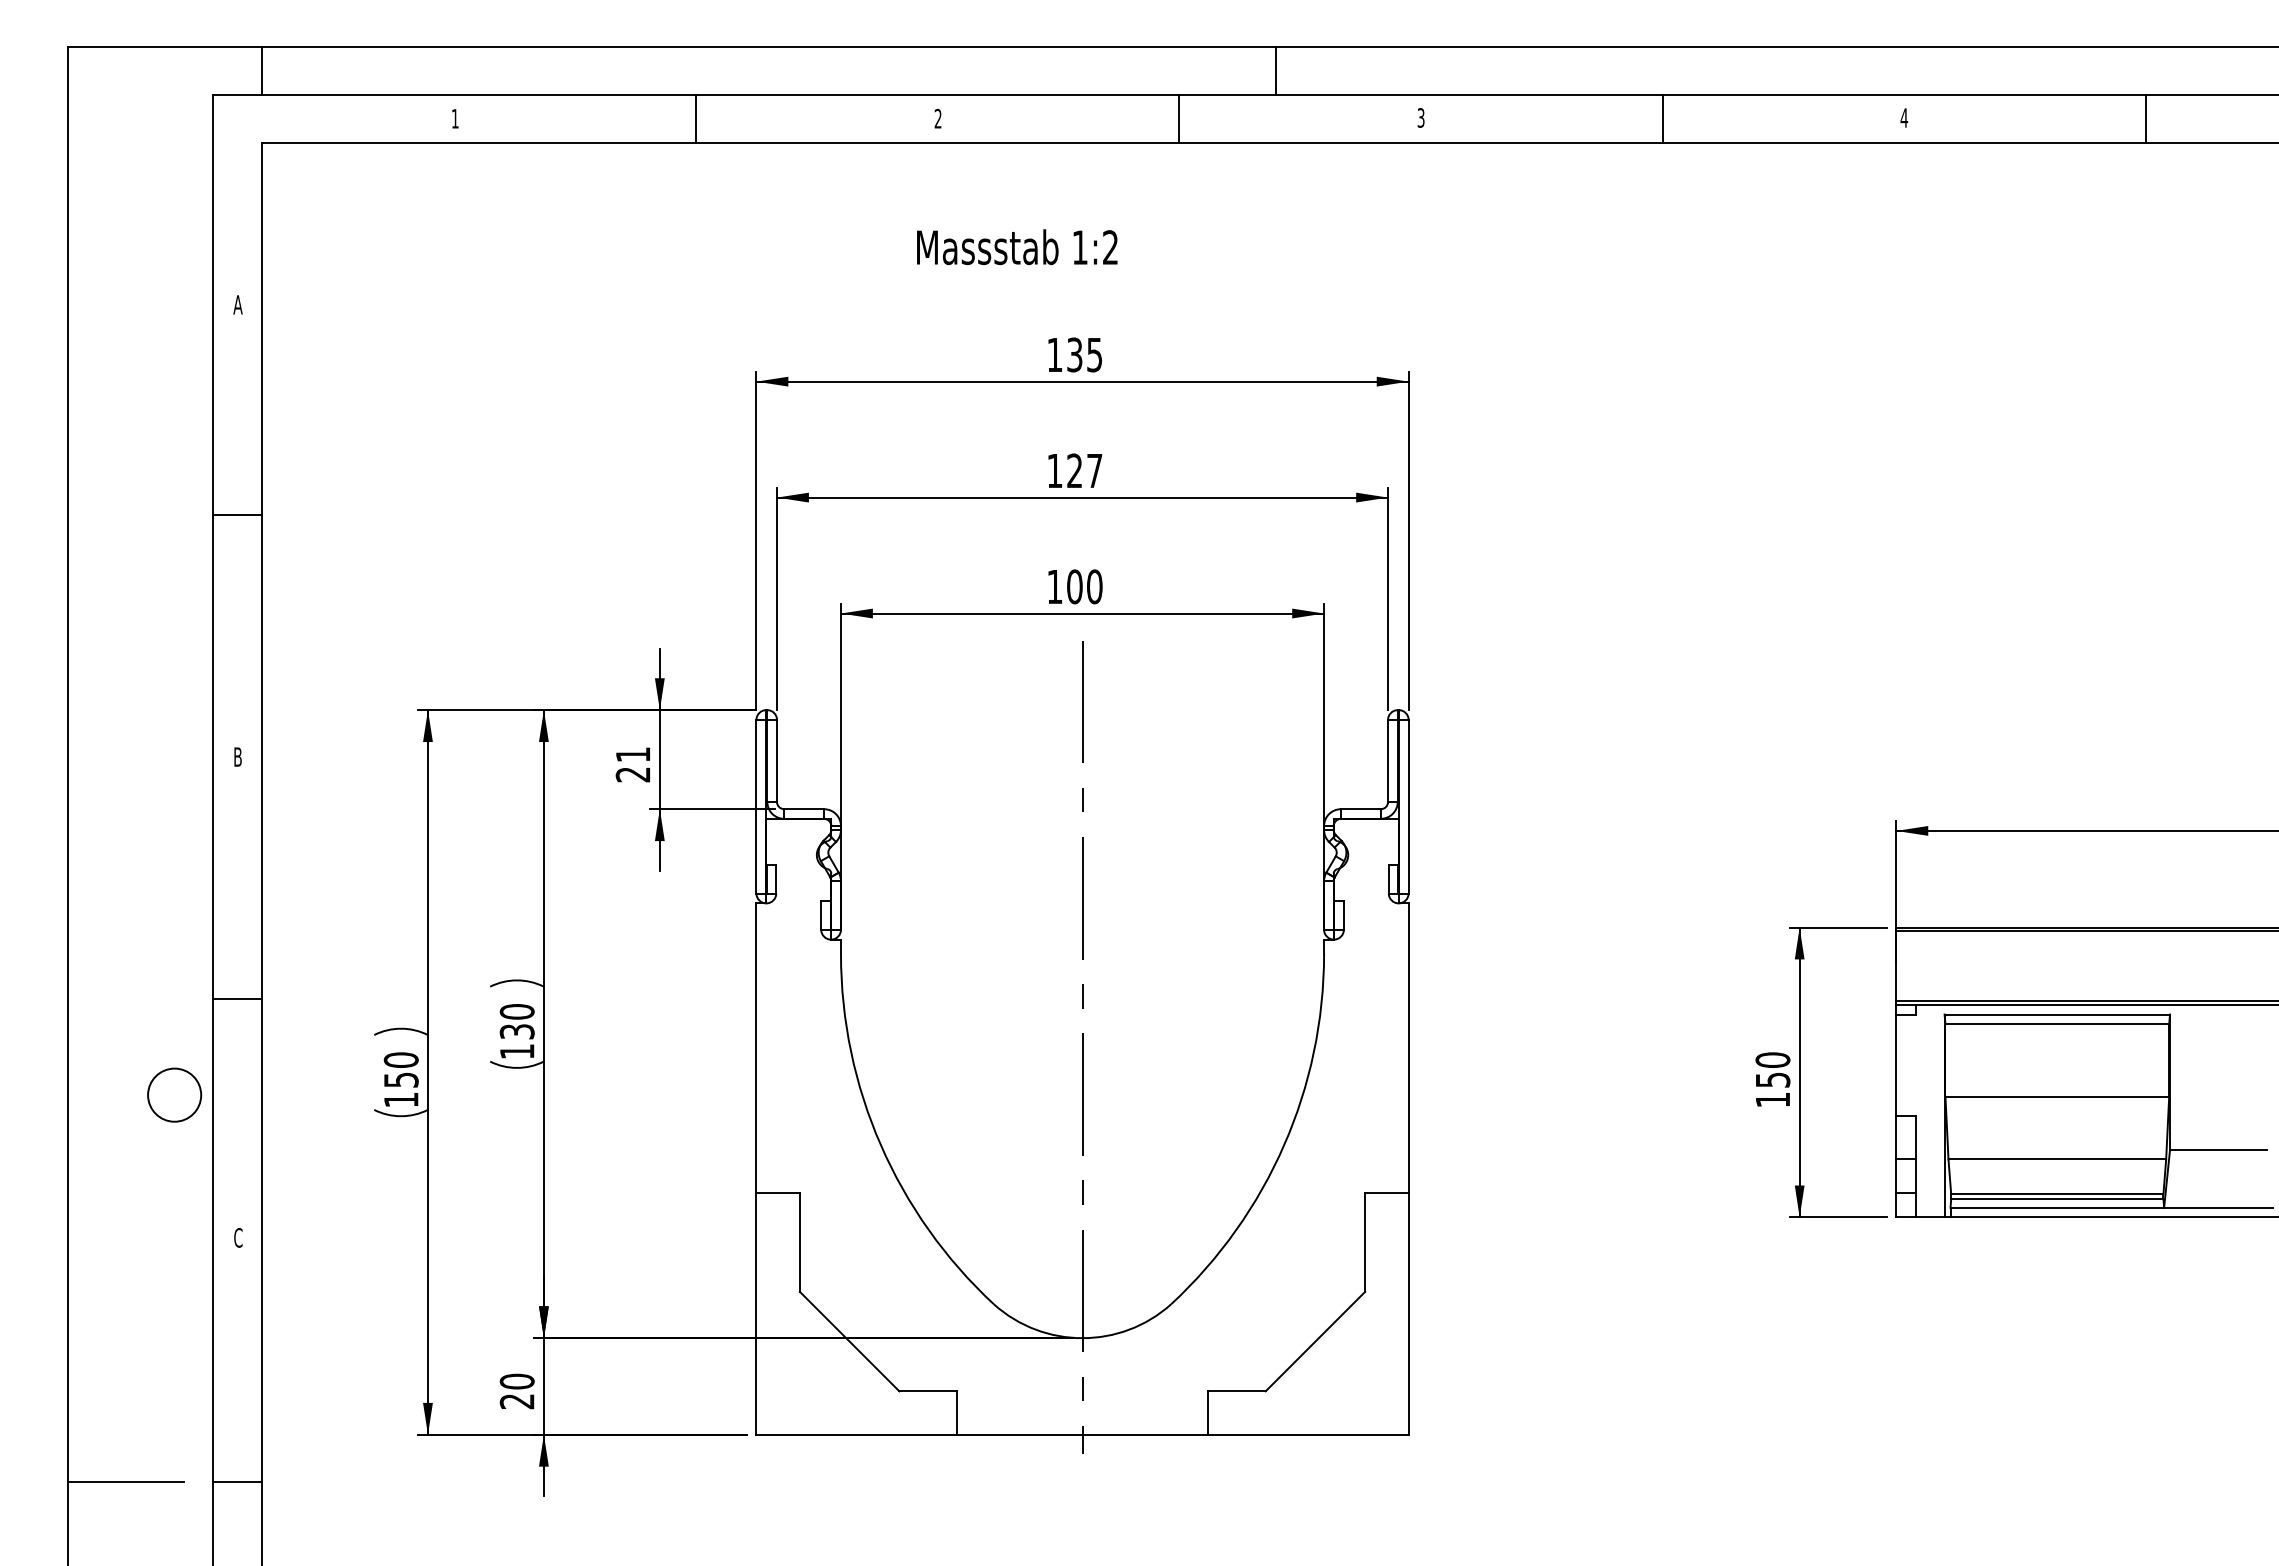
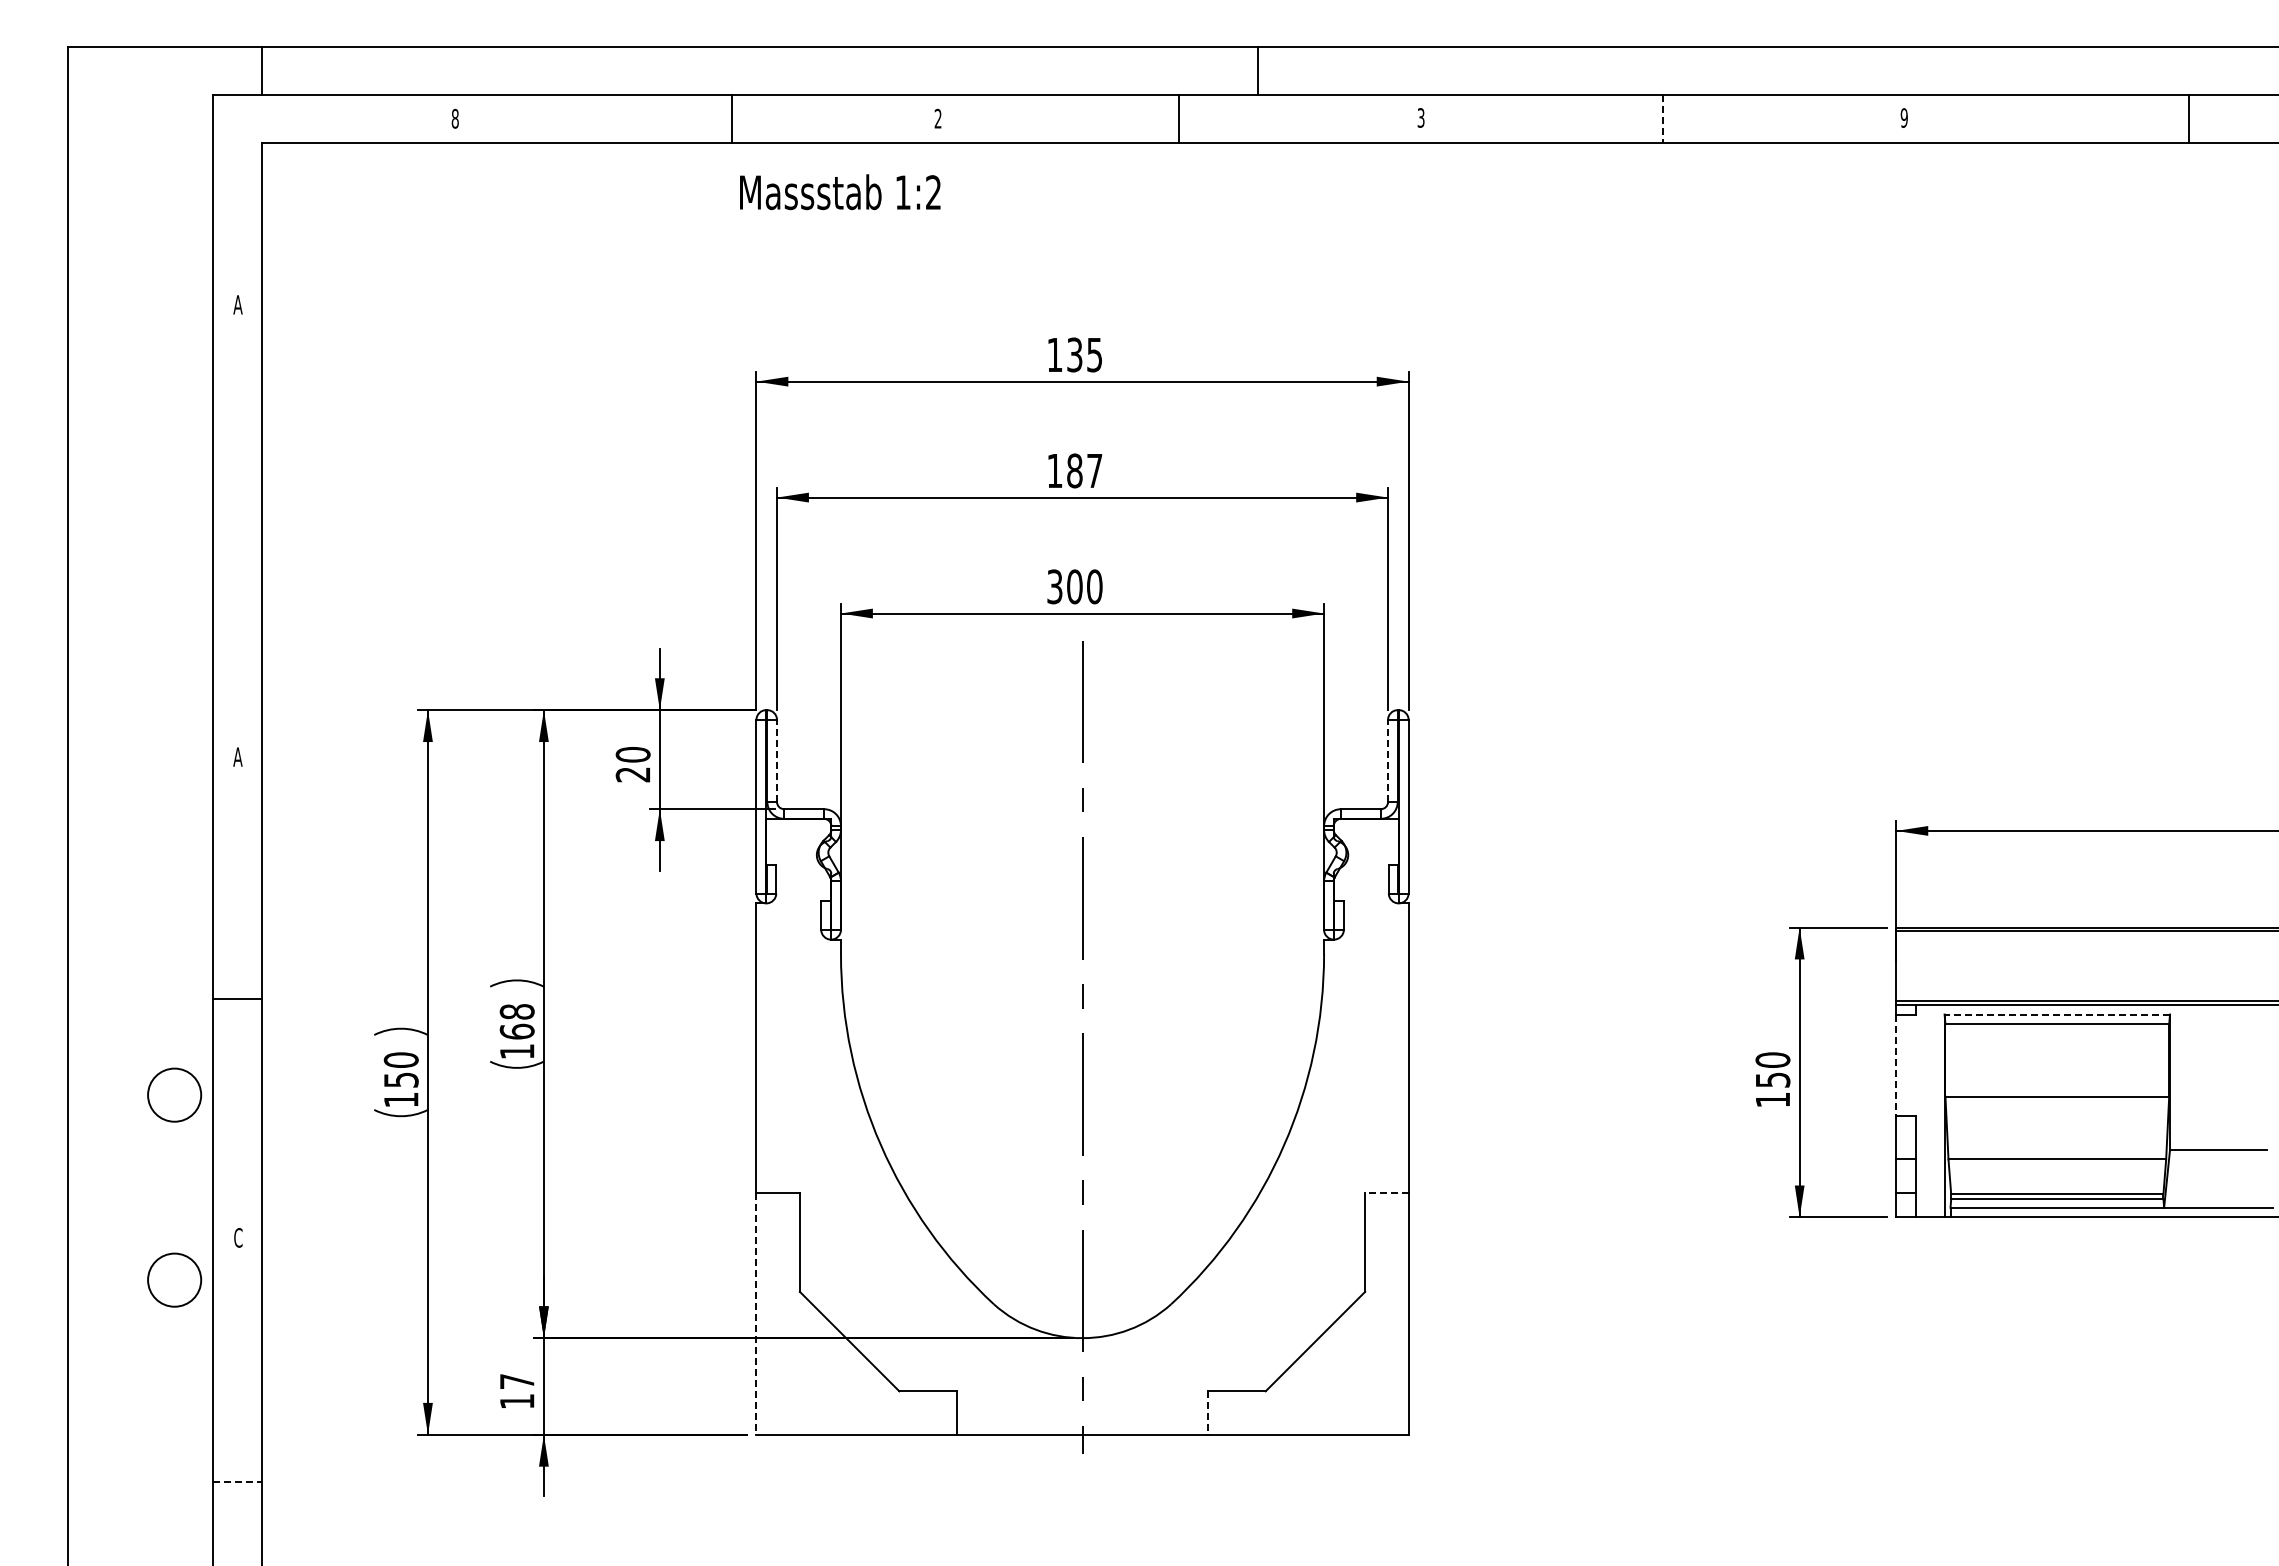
line at (1276, 70) position: (1276, 70) -> (1258, 70)
text at (1904, 117): 4 -> 9
text at (454, 118): 1 -> 8
line at (696, 119) position: (696, 119) -> (732, 119)
line at (1662, 119): solid -> dashed
line at (2145, 119) position: (2145, 119) -> (2188, 119)
text at (1017, 247) position: (1017, 247) -> (840, 192)
text at (1074, 470): 127 -> 187
line at (237, 515): present -> none
text at (1054, 586): 100 -> 300
text at (632, 754): 21 -> 20
text at (237, 756): B -> A
line at (777, 760): solid -> dashed
line at (1388, 760): solid -> dashed
line at (2057, 1014): solid -> dashed
text at (516, 1021): 130 -> 168
line at (1896, 1065): solid -> dashed
line at (1386, 1193): solid -> dashed
circle at (174, 1279): none -> present
line at (756, 1314): solid -> dashed
text at (516, 1391): 20 -> 17
line at (1208, 1413): solid -> dashed
line at (126, 1481): present -> none
line at (237, 1481): solid -> dashed
